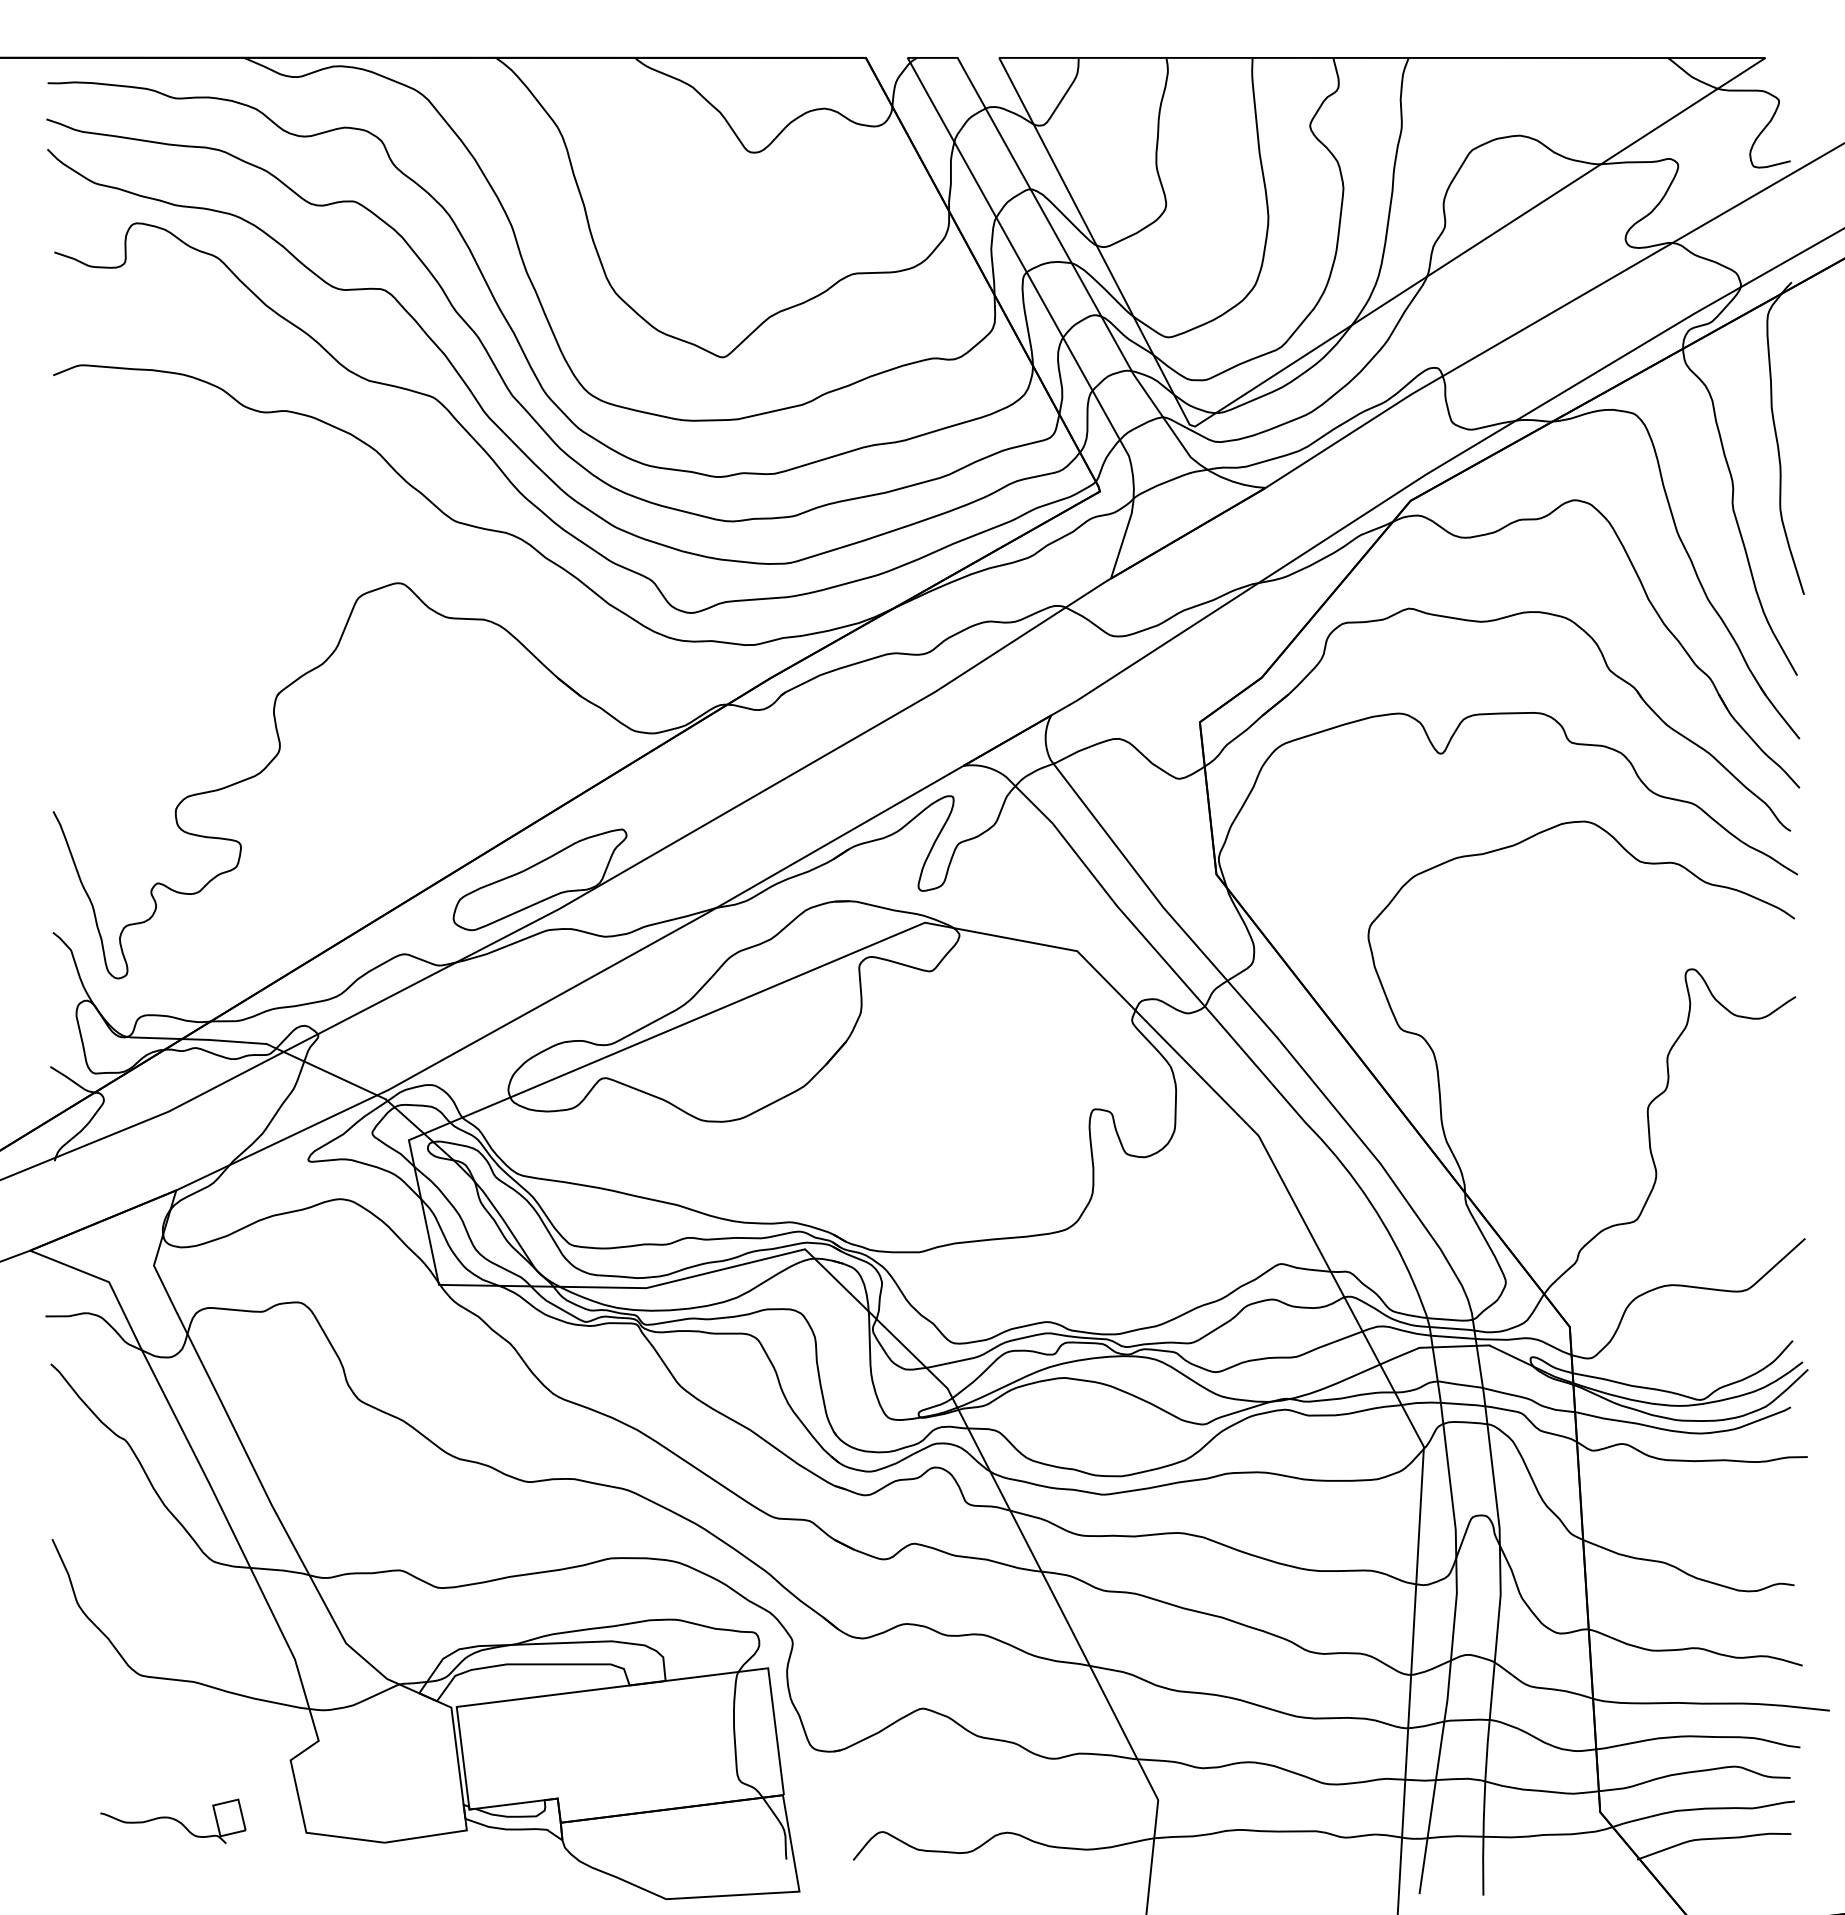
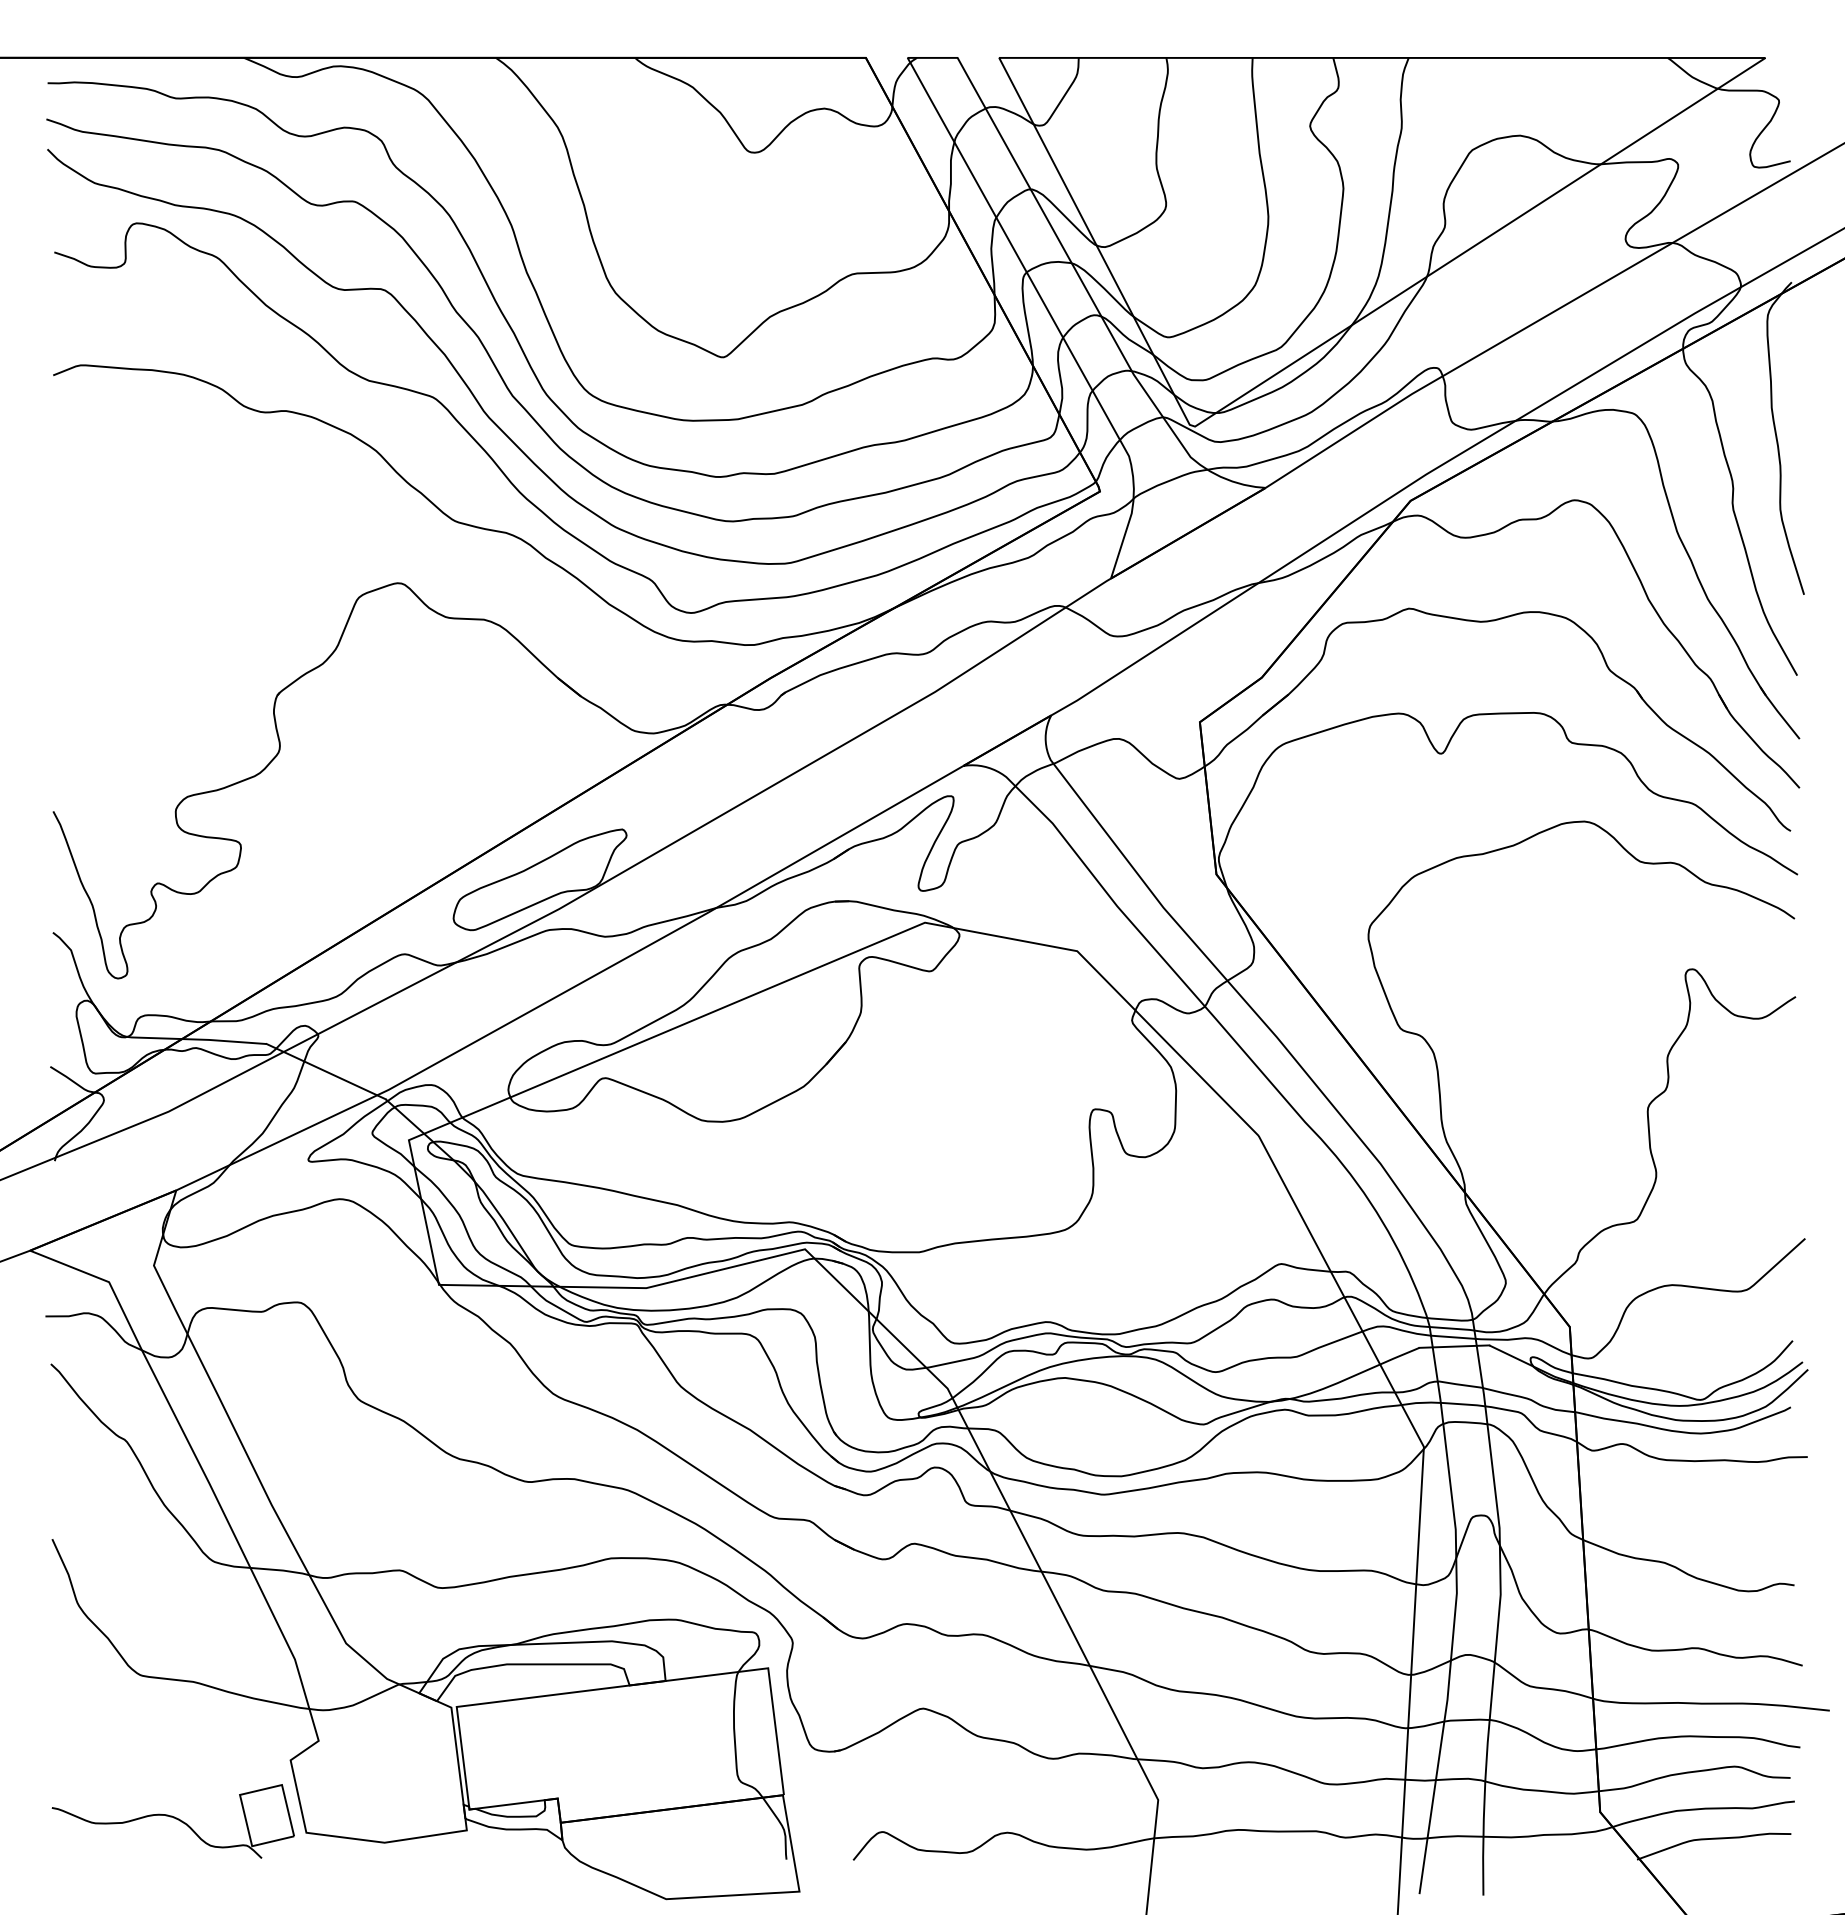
part at (173, 1820) size: 147x46 px -> 244x75 px
